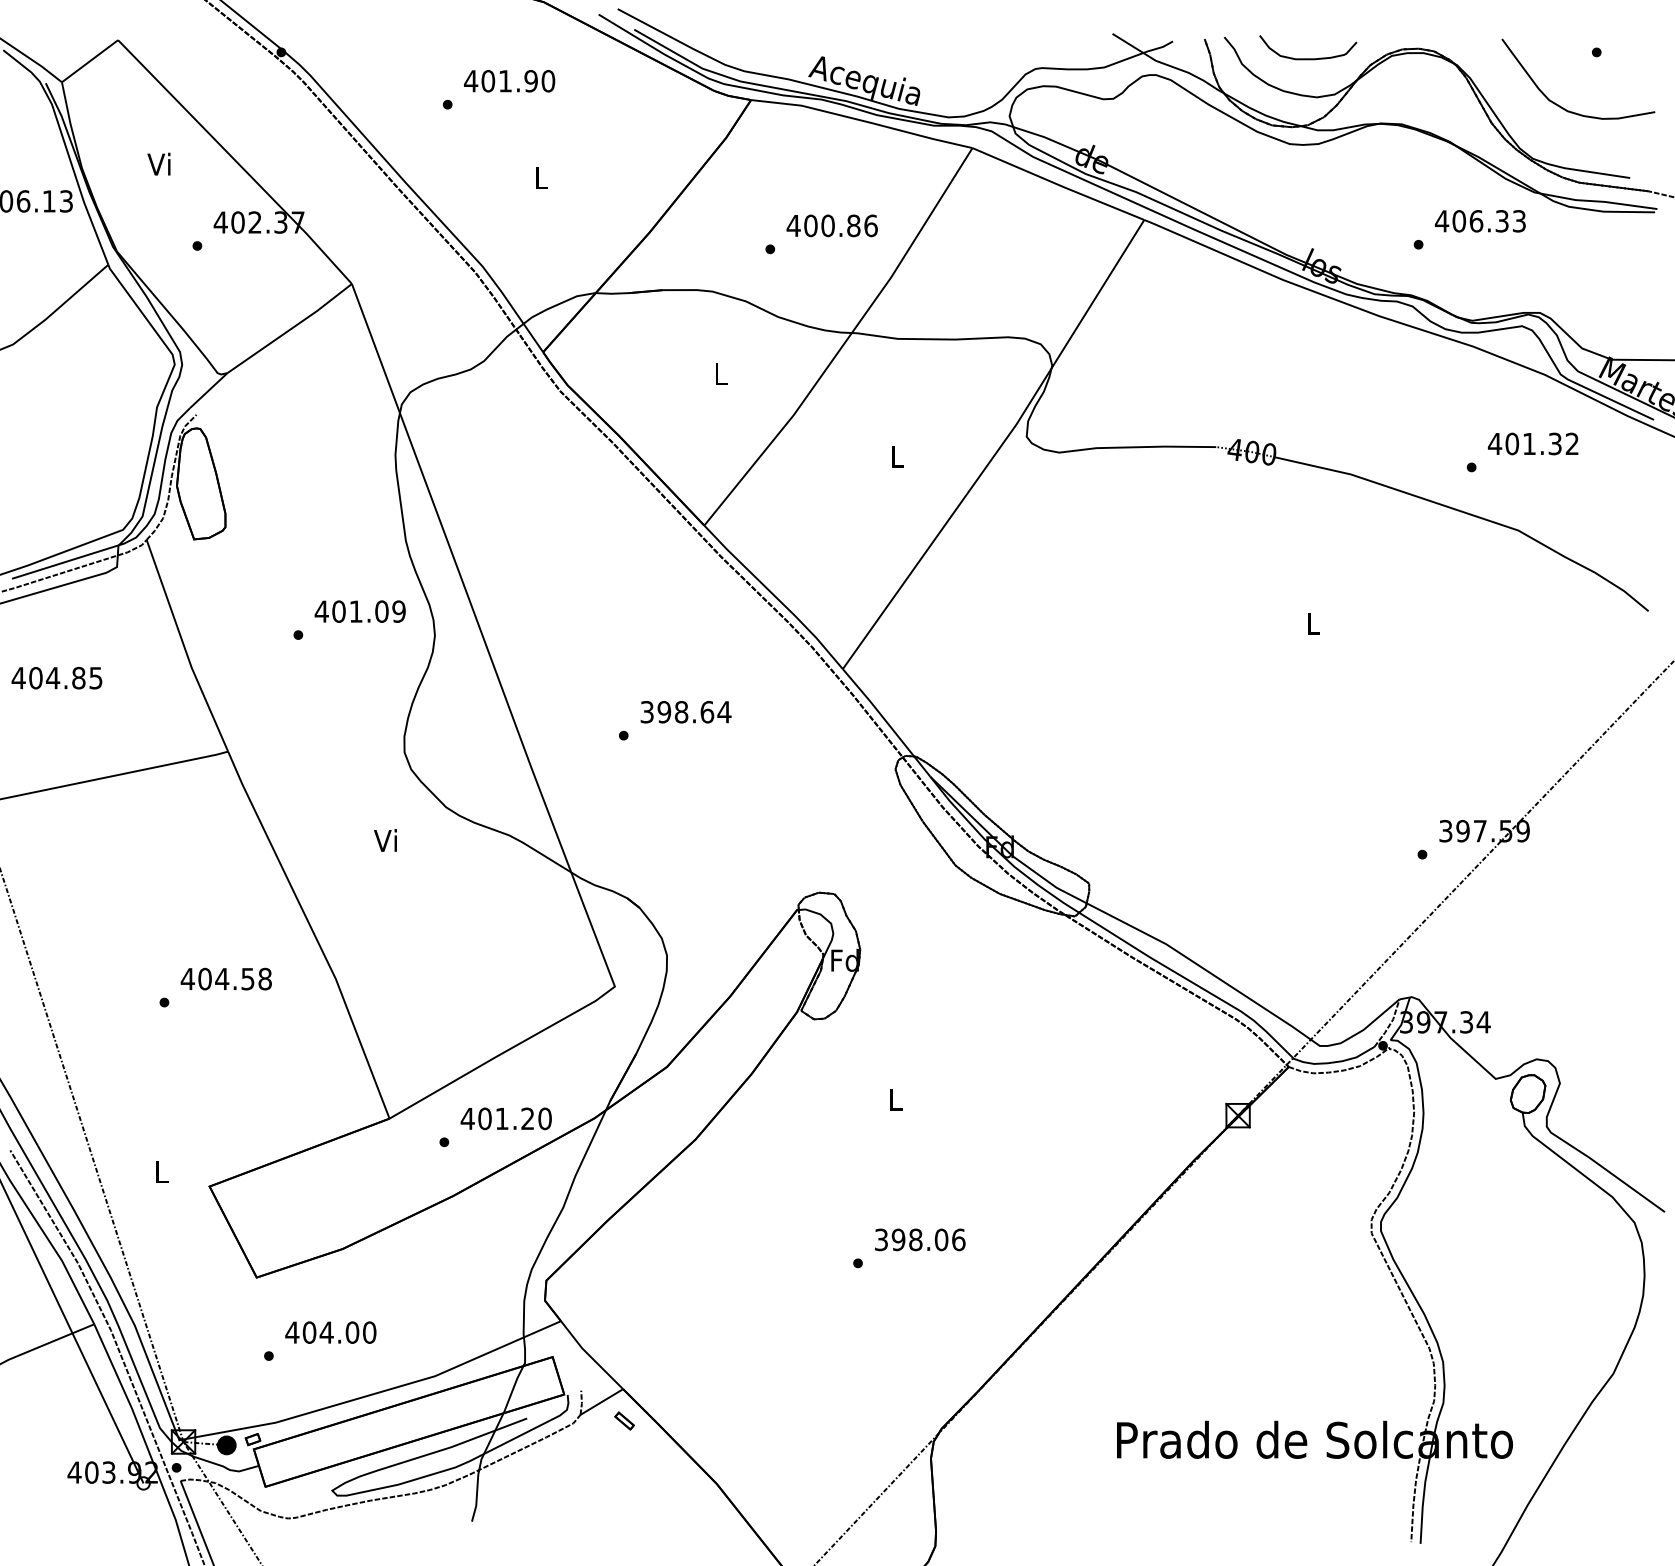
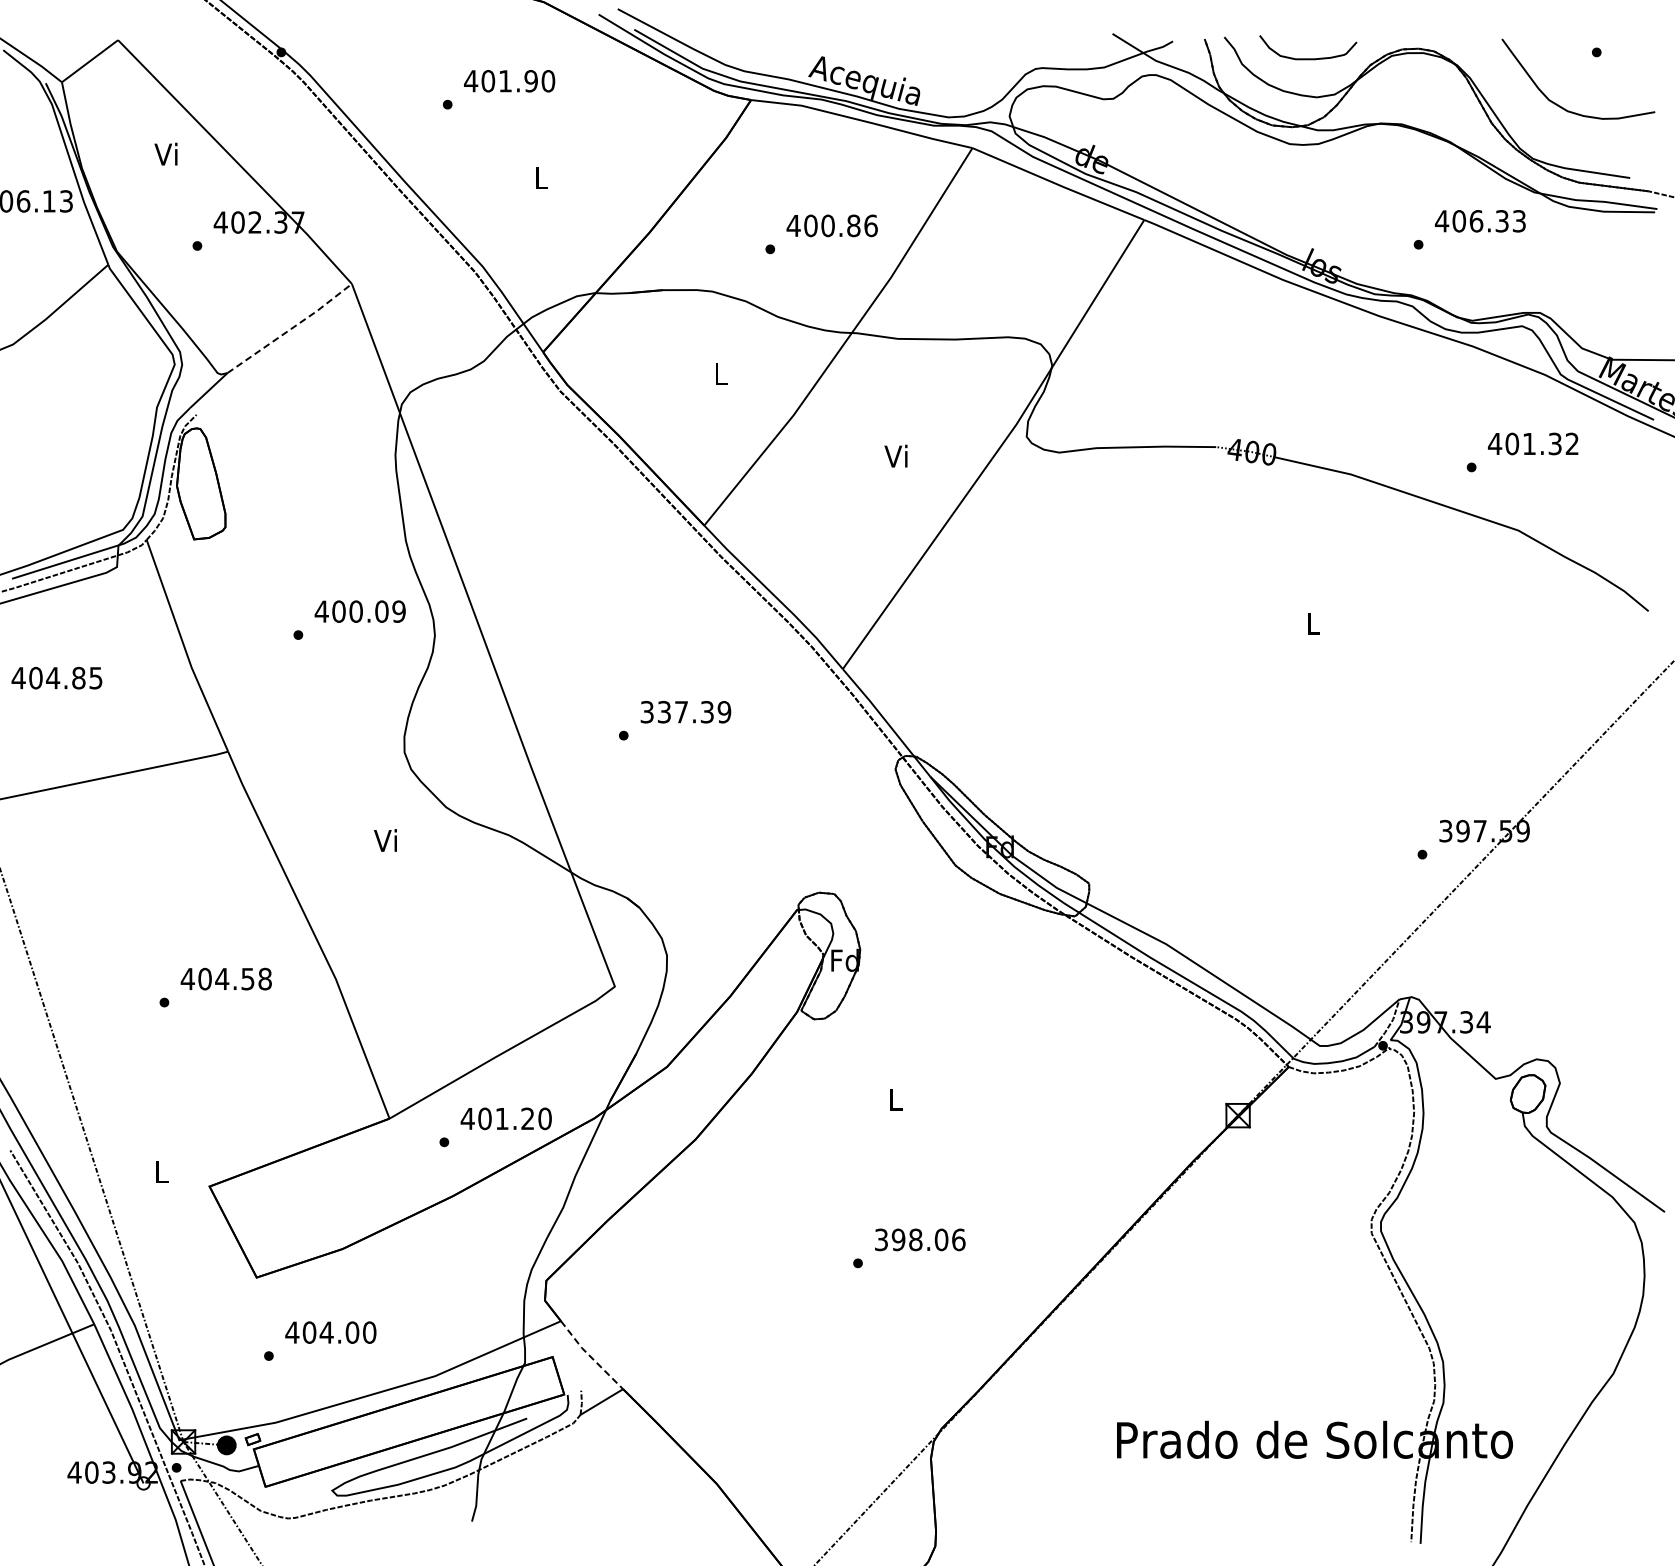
text at (158, 163) position: (158, 163) -> (165, 153)
line at (291, 328): solid -> dashed
text at (895, 455): L -> Vi
text at (355, 611): 401.09 -> 400.09
text at (694, 711): 398.64 -> 337.39
line at (590, 1356): solid -> dashed
part at (624, 1420): present -> none
